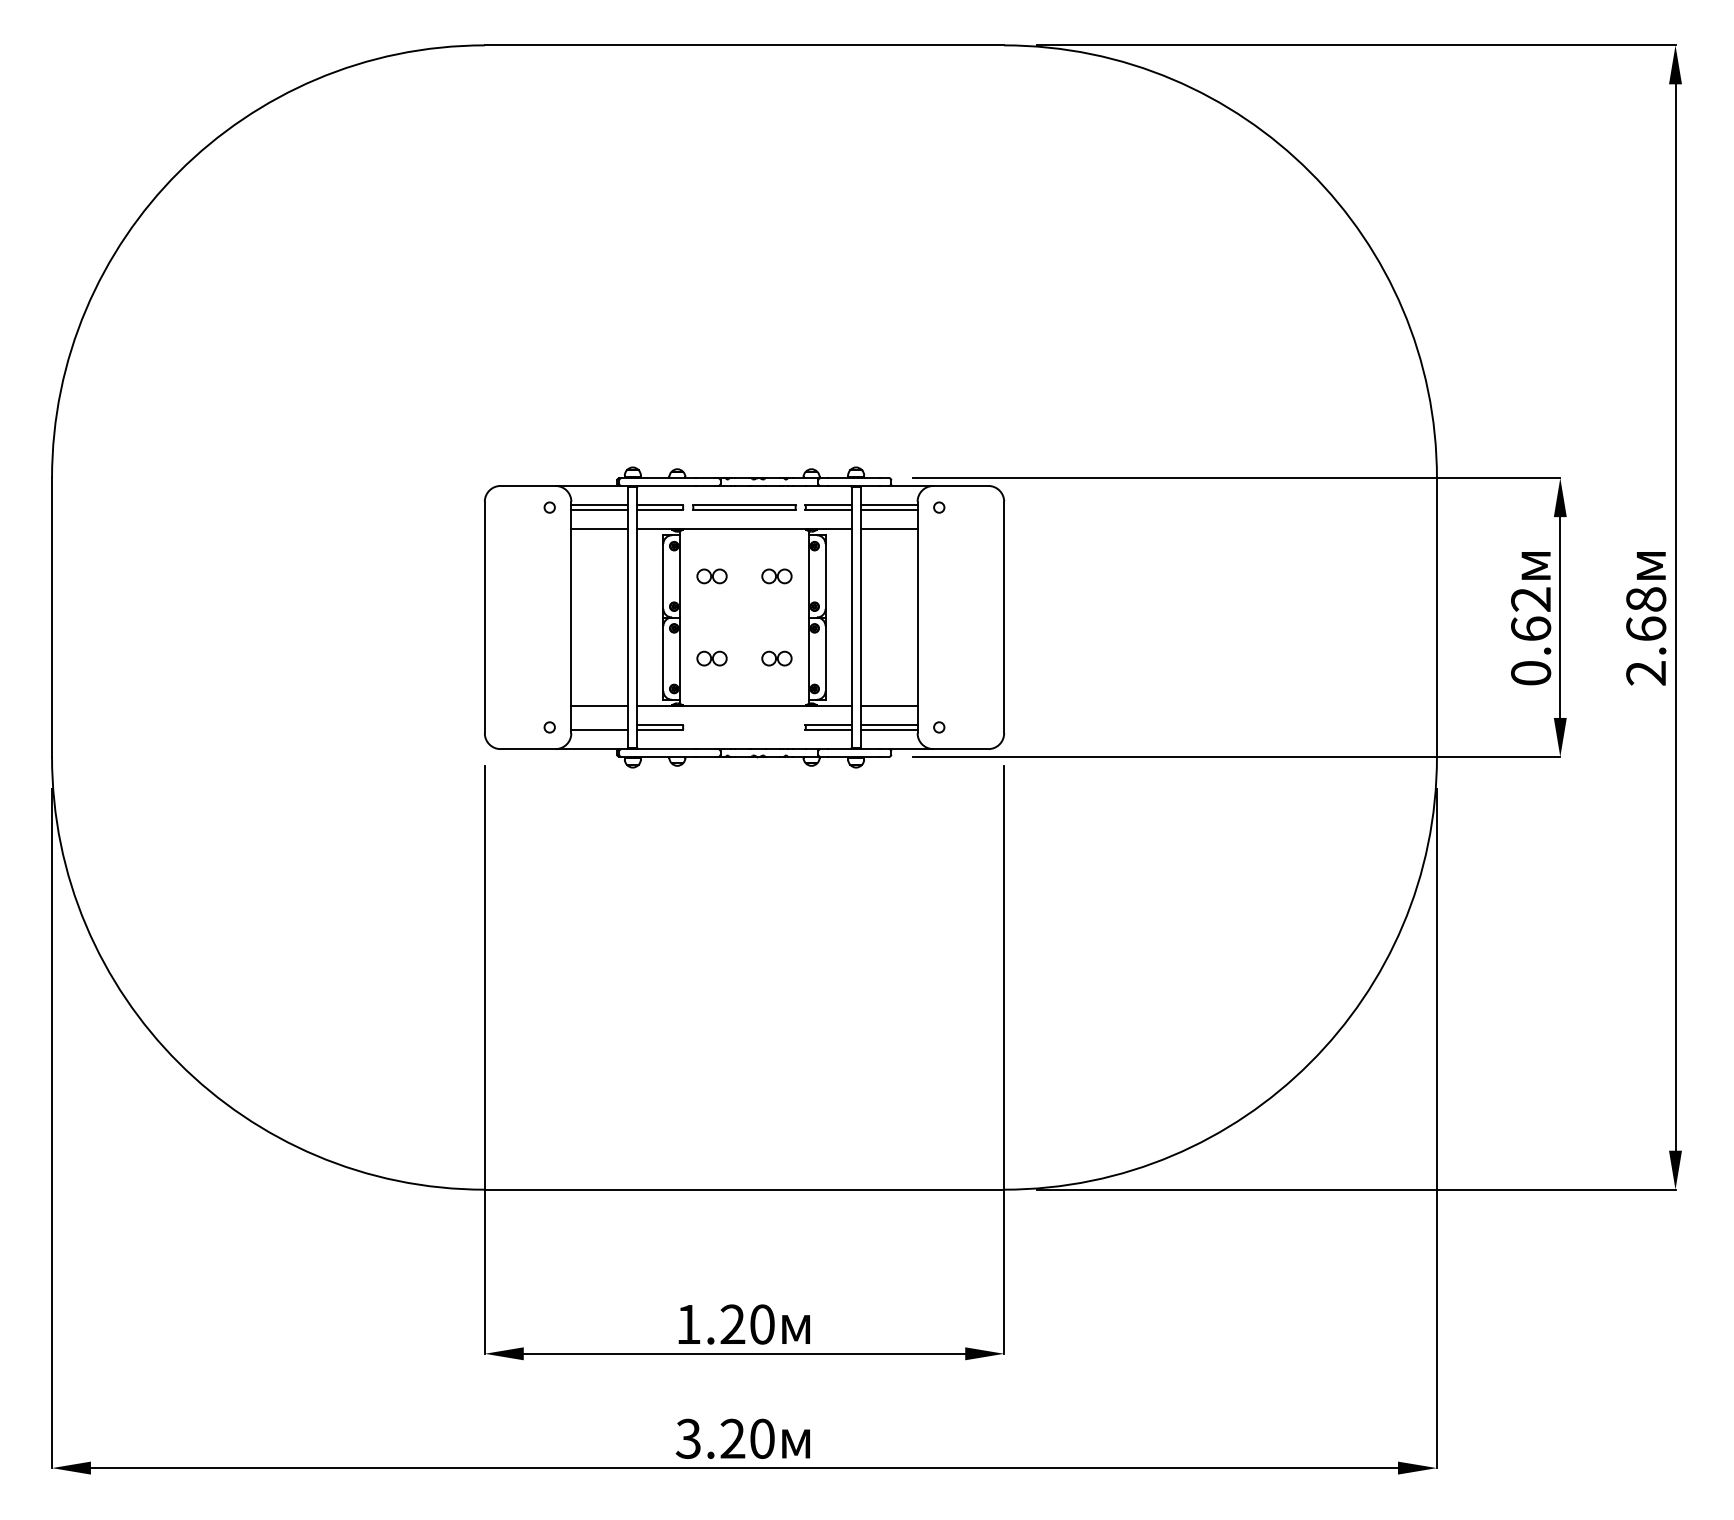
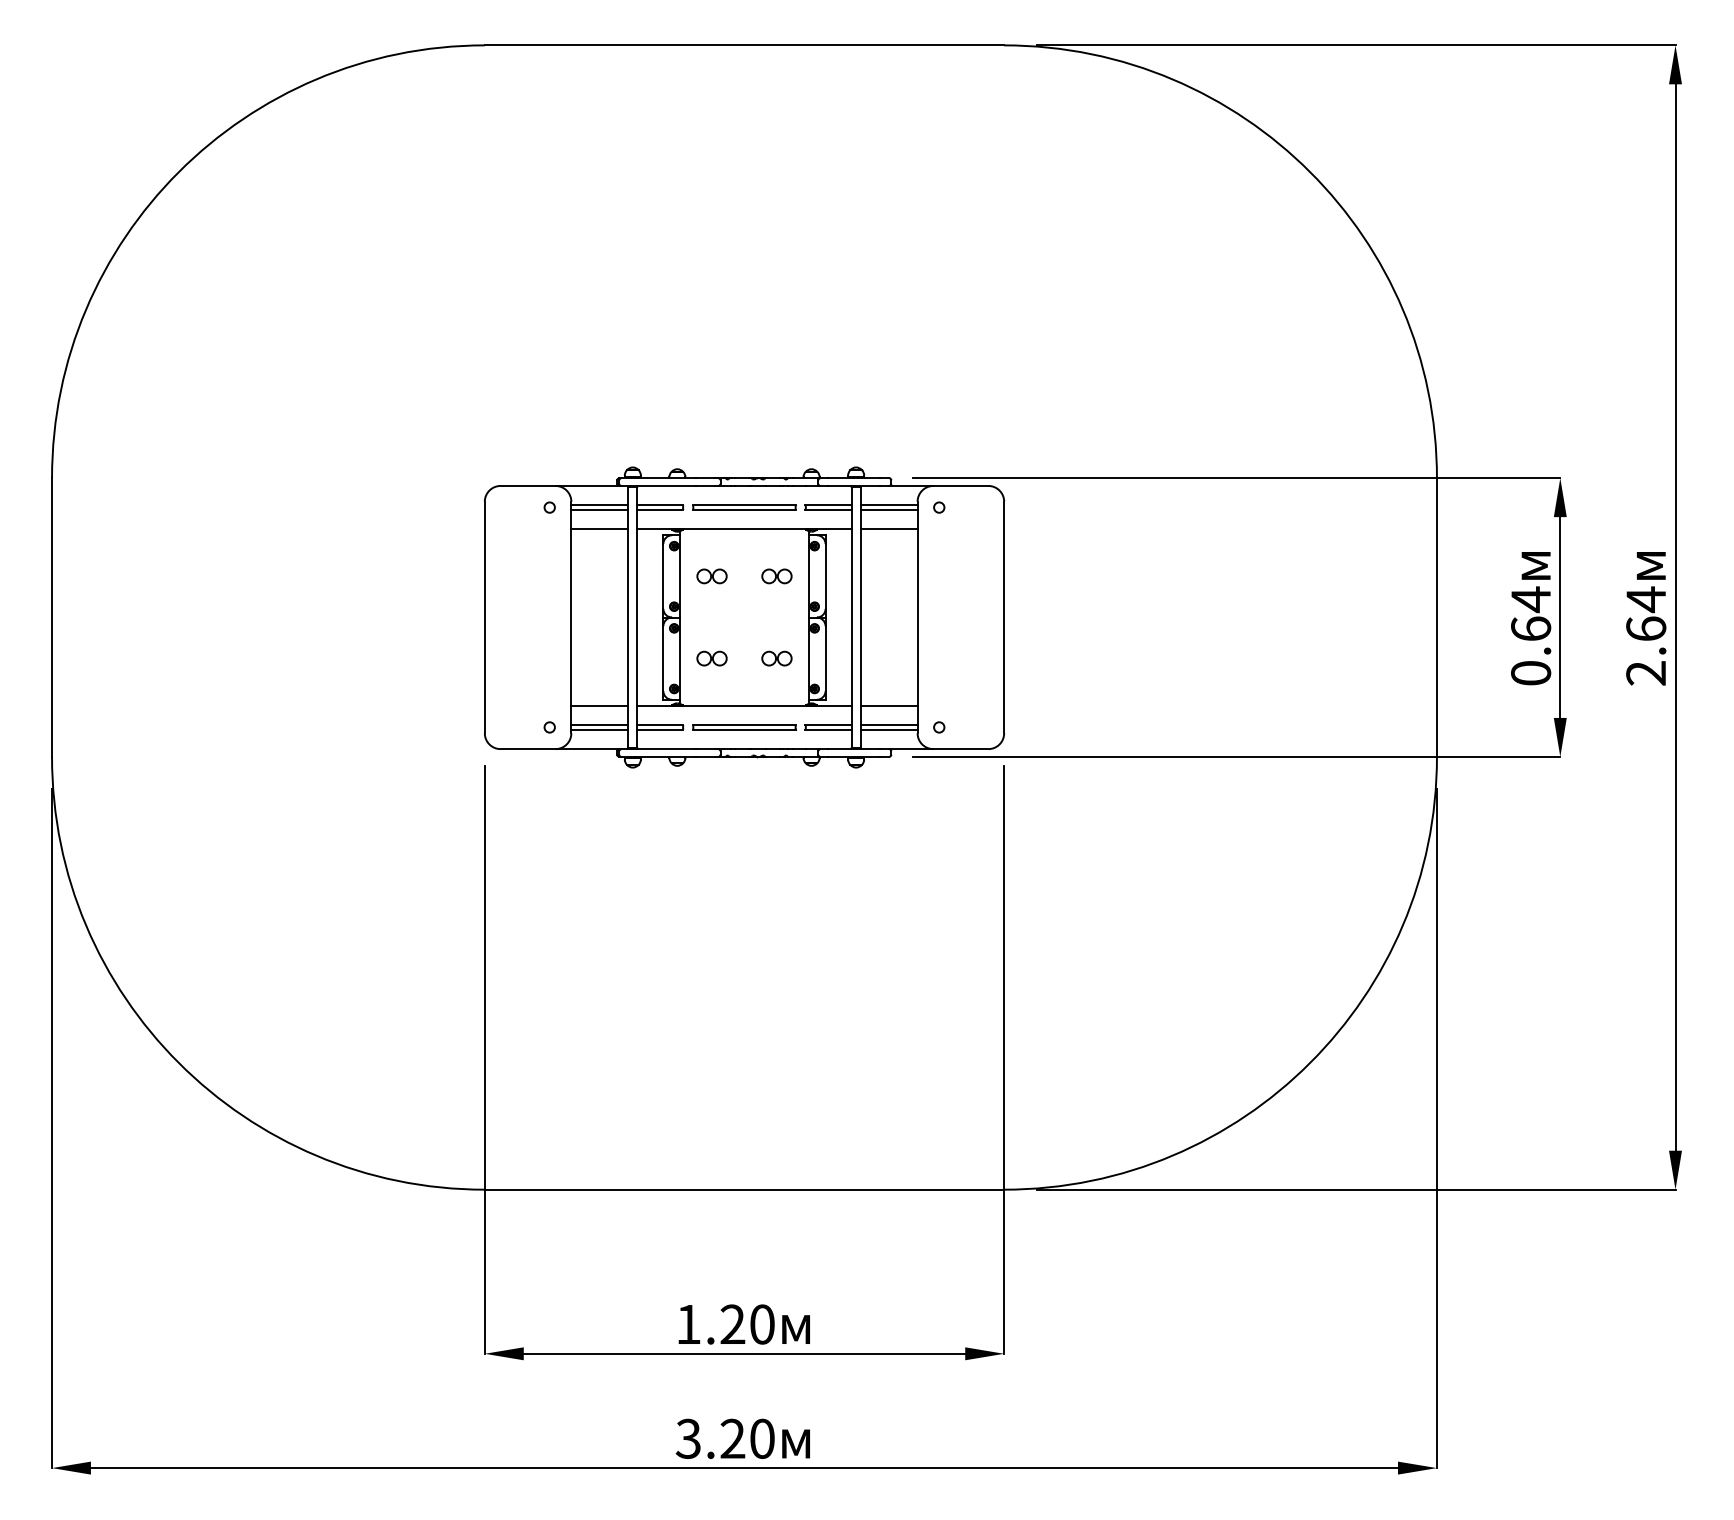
text at (1530, 599): 0.62 -> 0.64
text at (1646, 599): 2.68 -> 2.64
line at (599, 725): none -> present
part at (744, 727): none -> present
